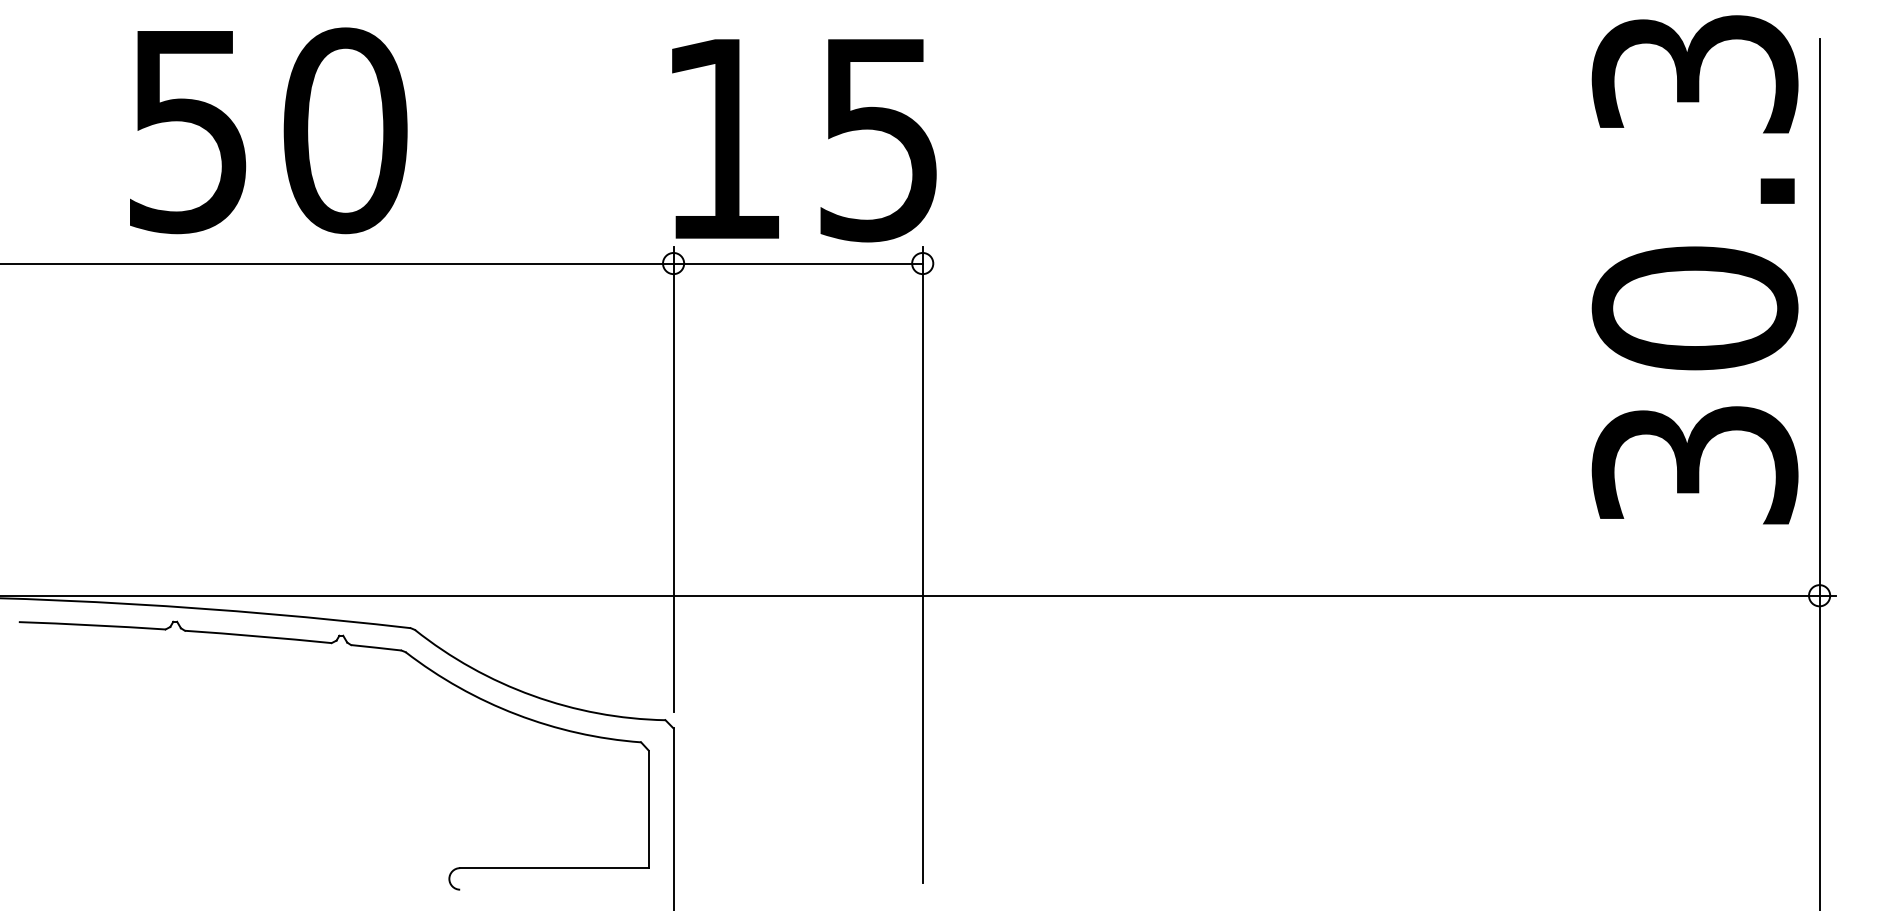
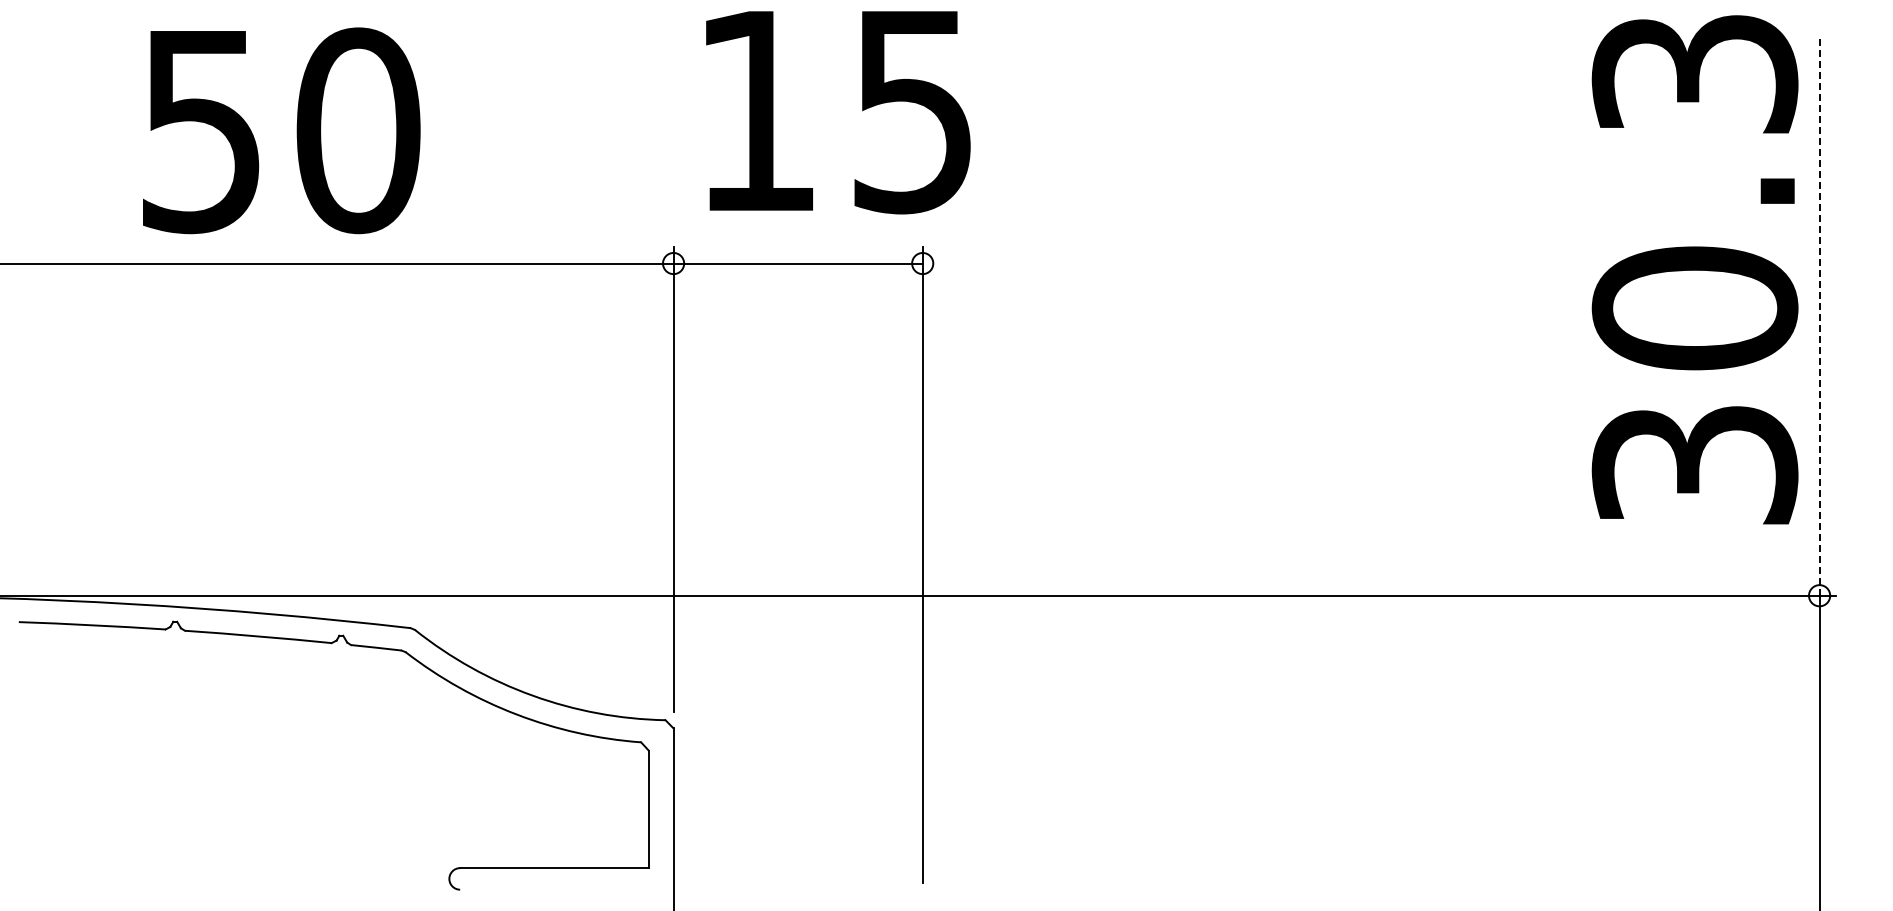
text at (268, 130) position: (268, 130) -> (281, 130)
text at (804, 140) position: (804, 140) -> (838, 112)
line at (1819, 316): solid -> dashed
